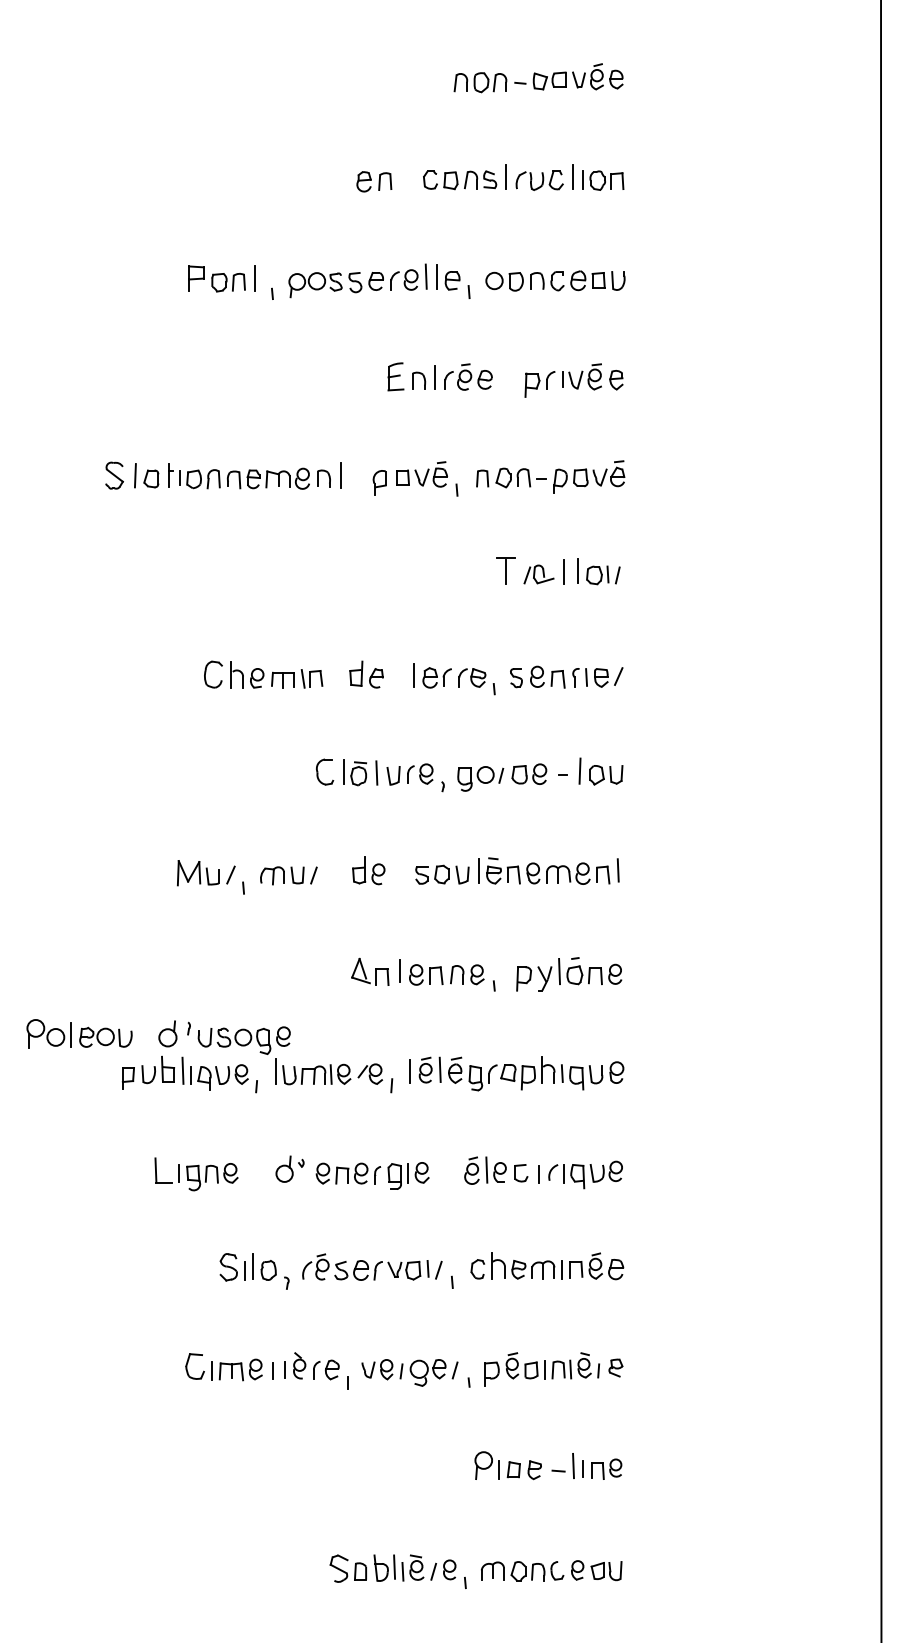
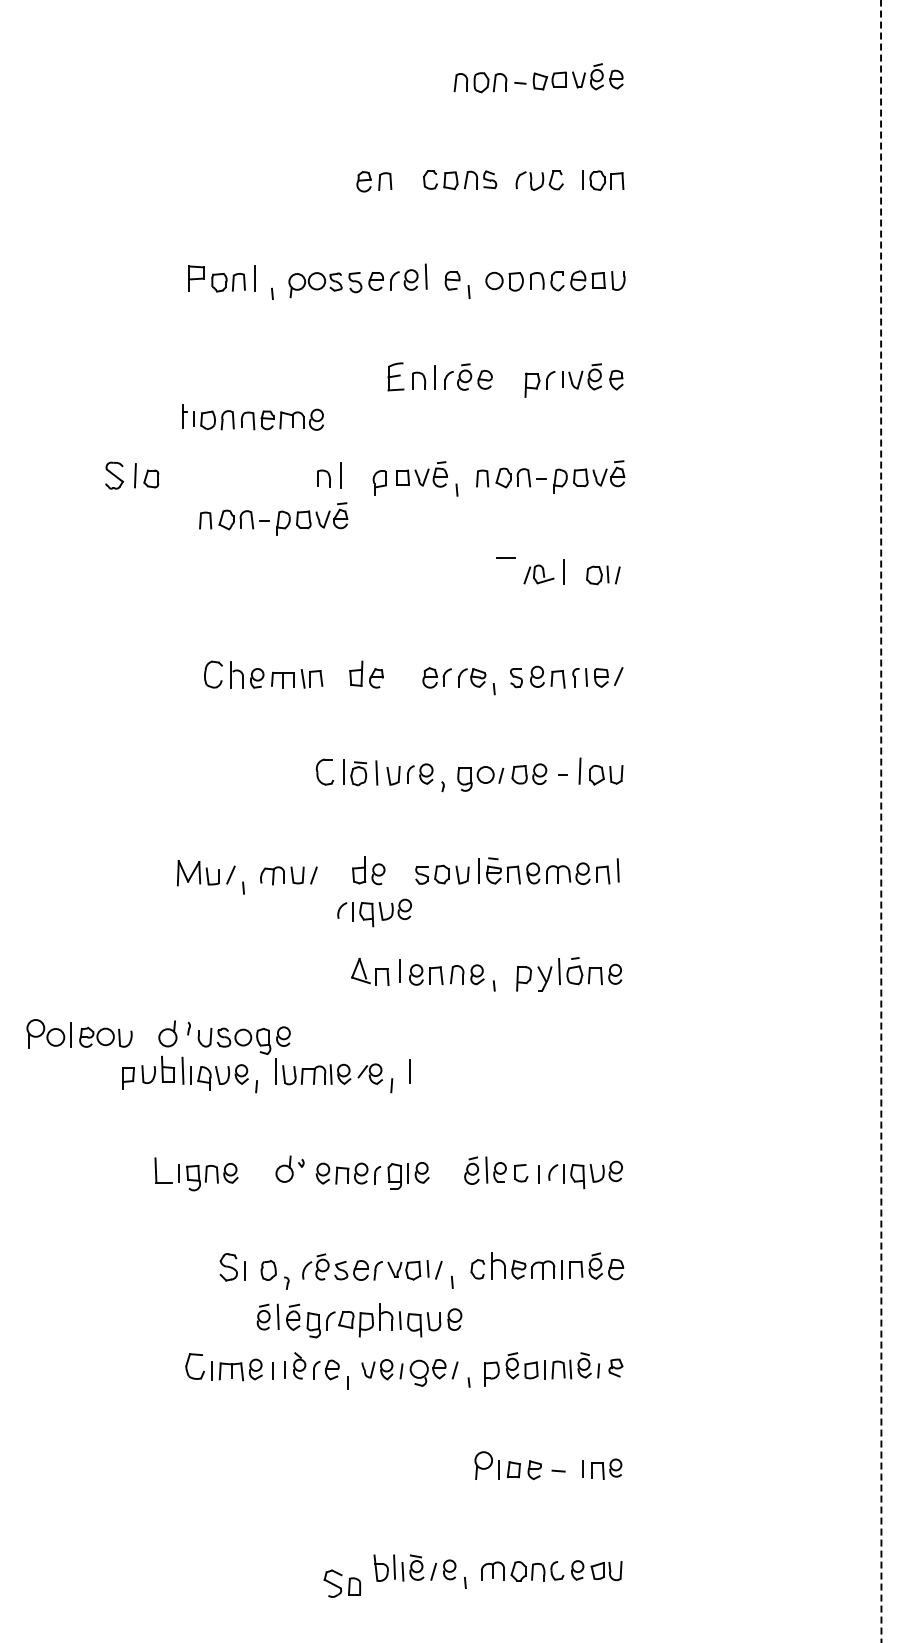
line at (505, 176): present -> none
line at (573, 176): present -> none
line at (436, 276): present -> none
part at (238, 476) position: (238, 476) -> (252, 417)
part at (273, 518): none -> present
line at (577, 571): present -> none
line at (505, 572): present -> none
line at (413, 675): present -> none
line at (881, 821): solid -> dashed
part at (374, 912): none -> present
part at (521, 1073) position: (521, 1073) -> (359, 1320)
line at (253, 1266): present -> none
line at (573, 1465): present -> none
part at (347, 1568) position: (347, 1568) -> (341, 1583)
